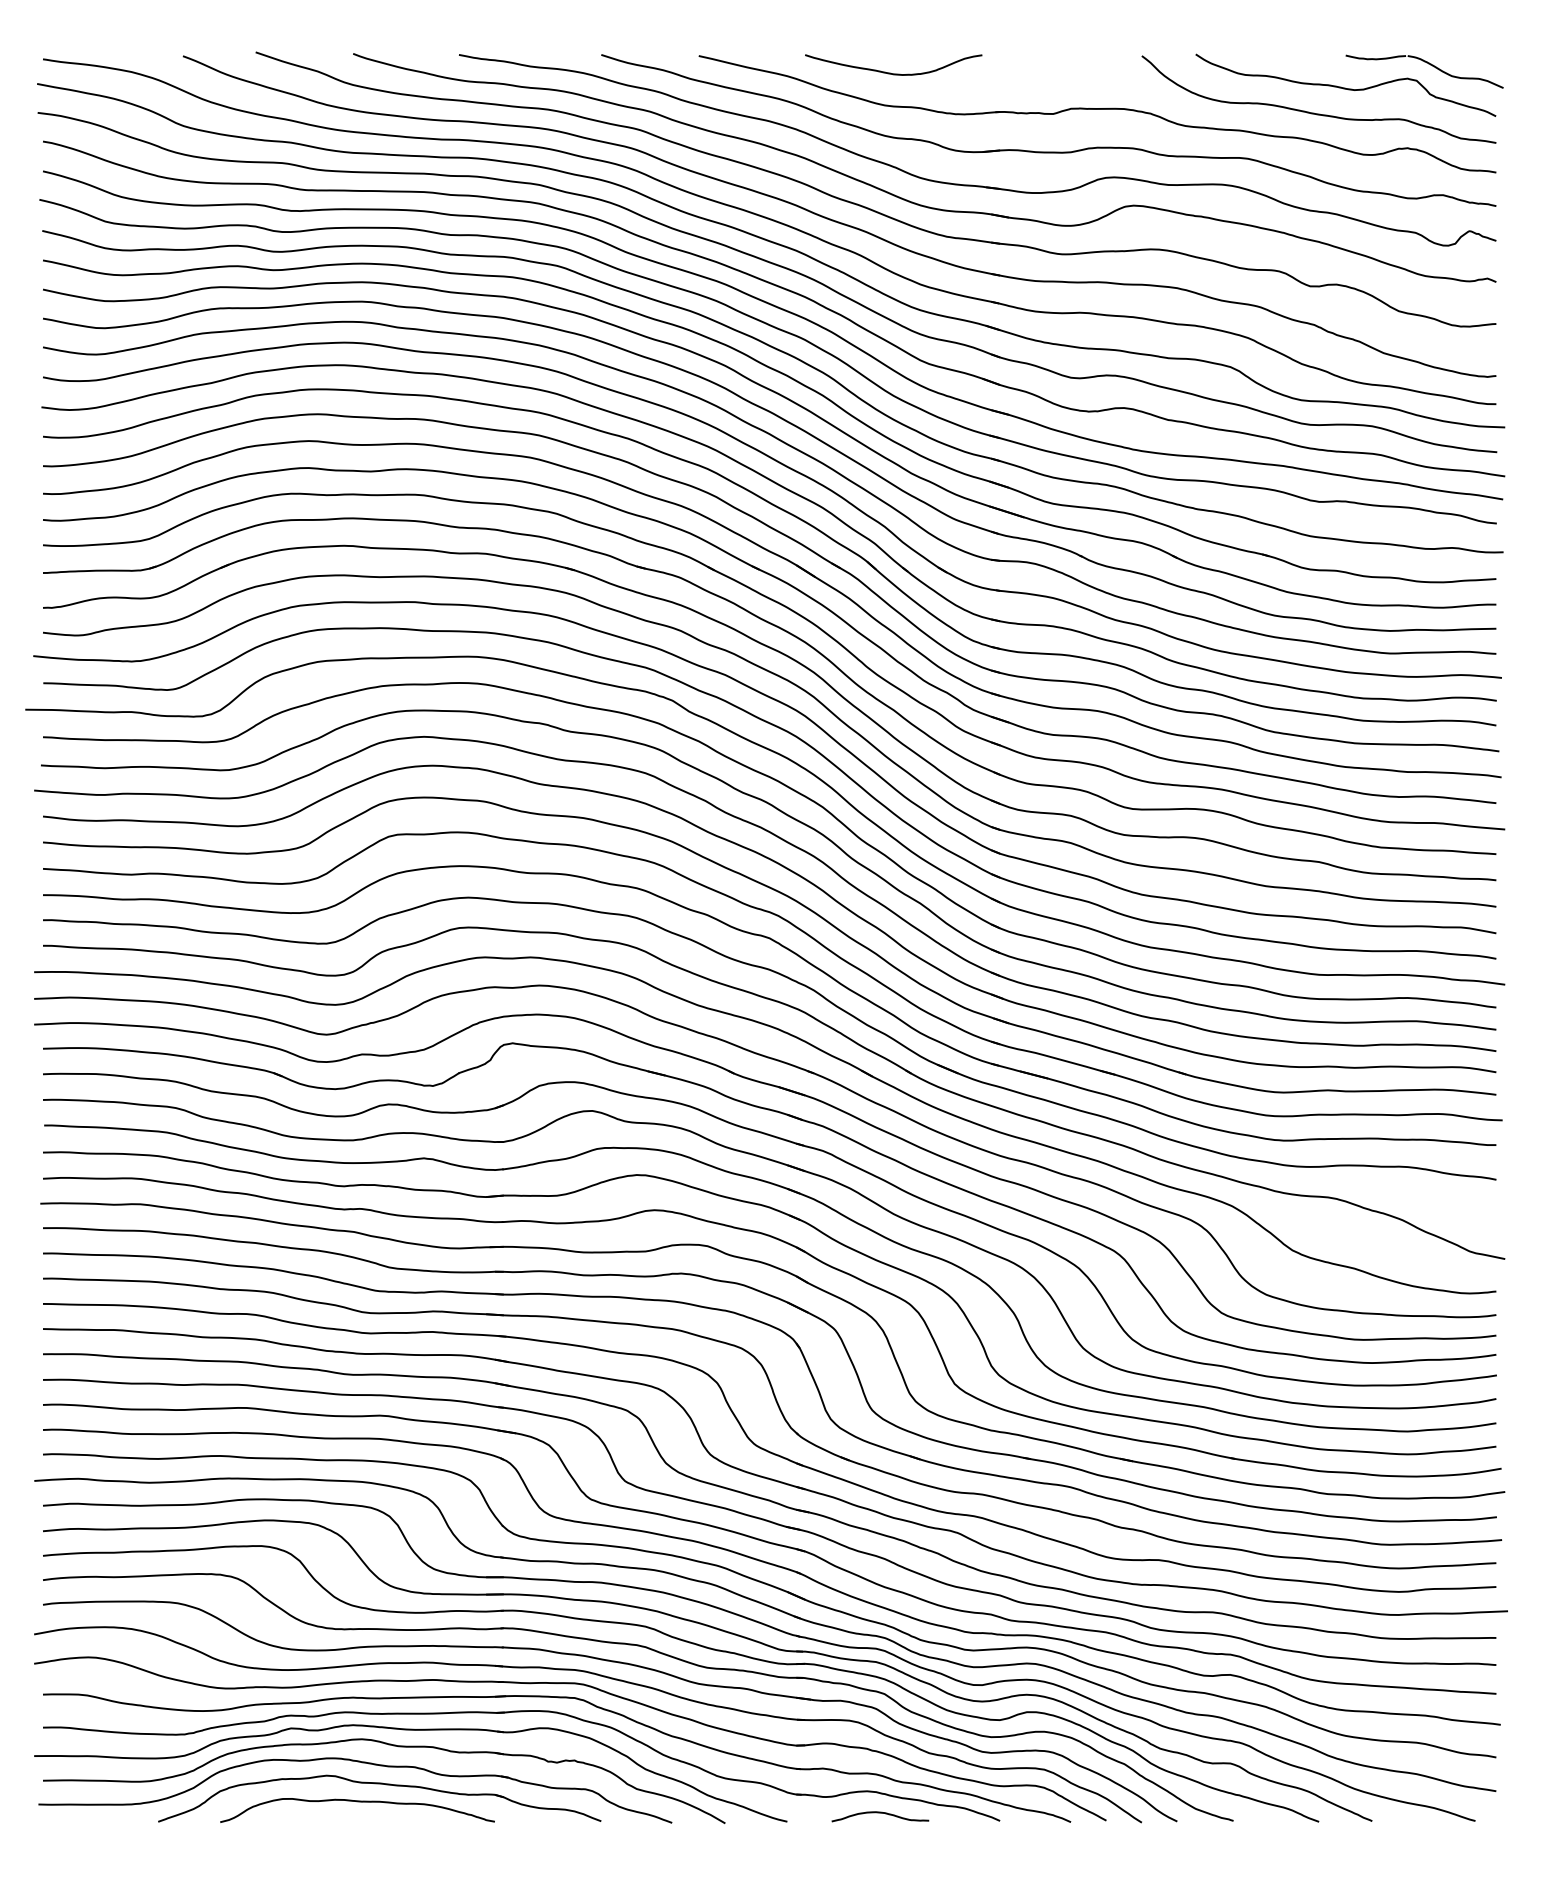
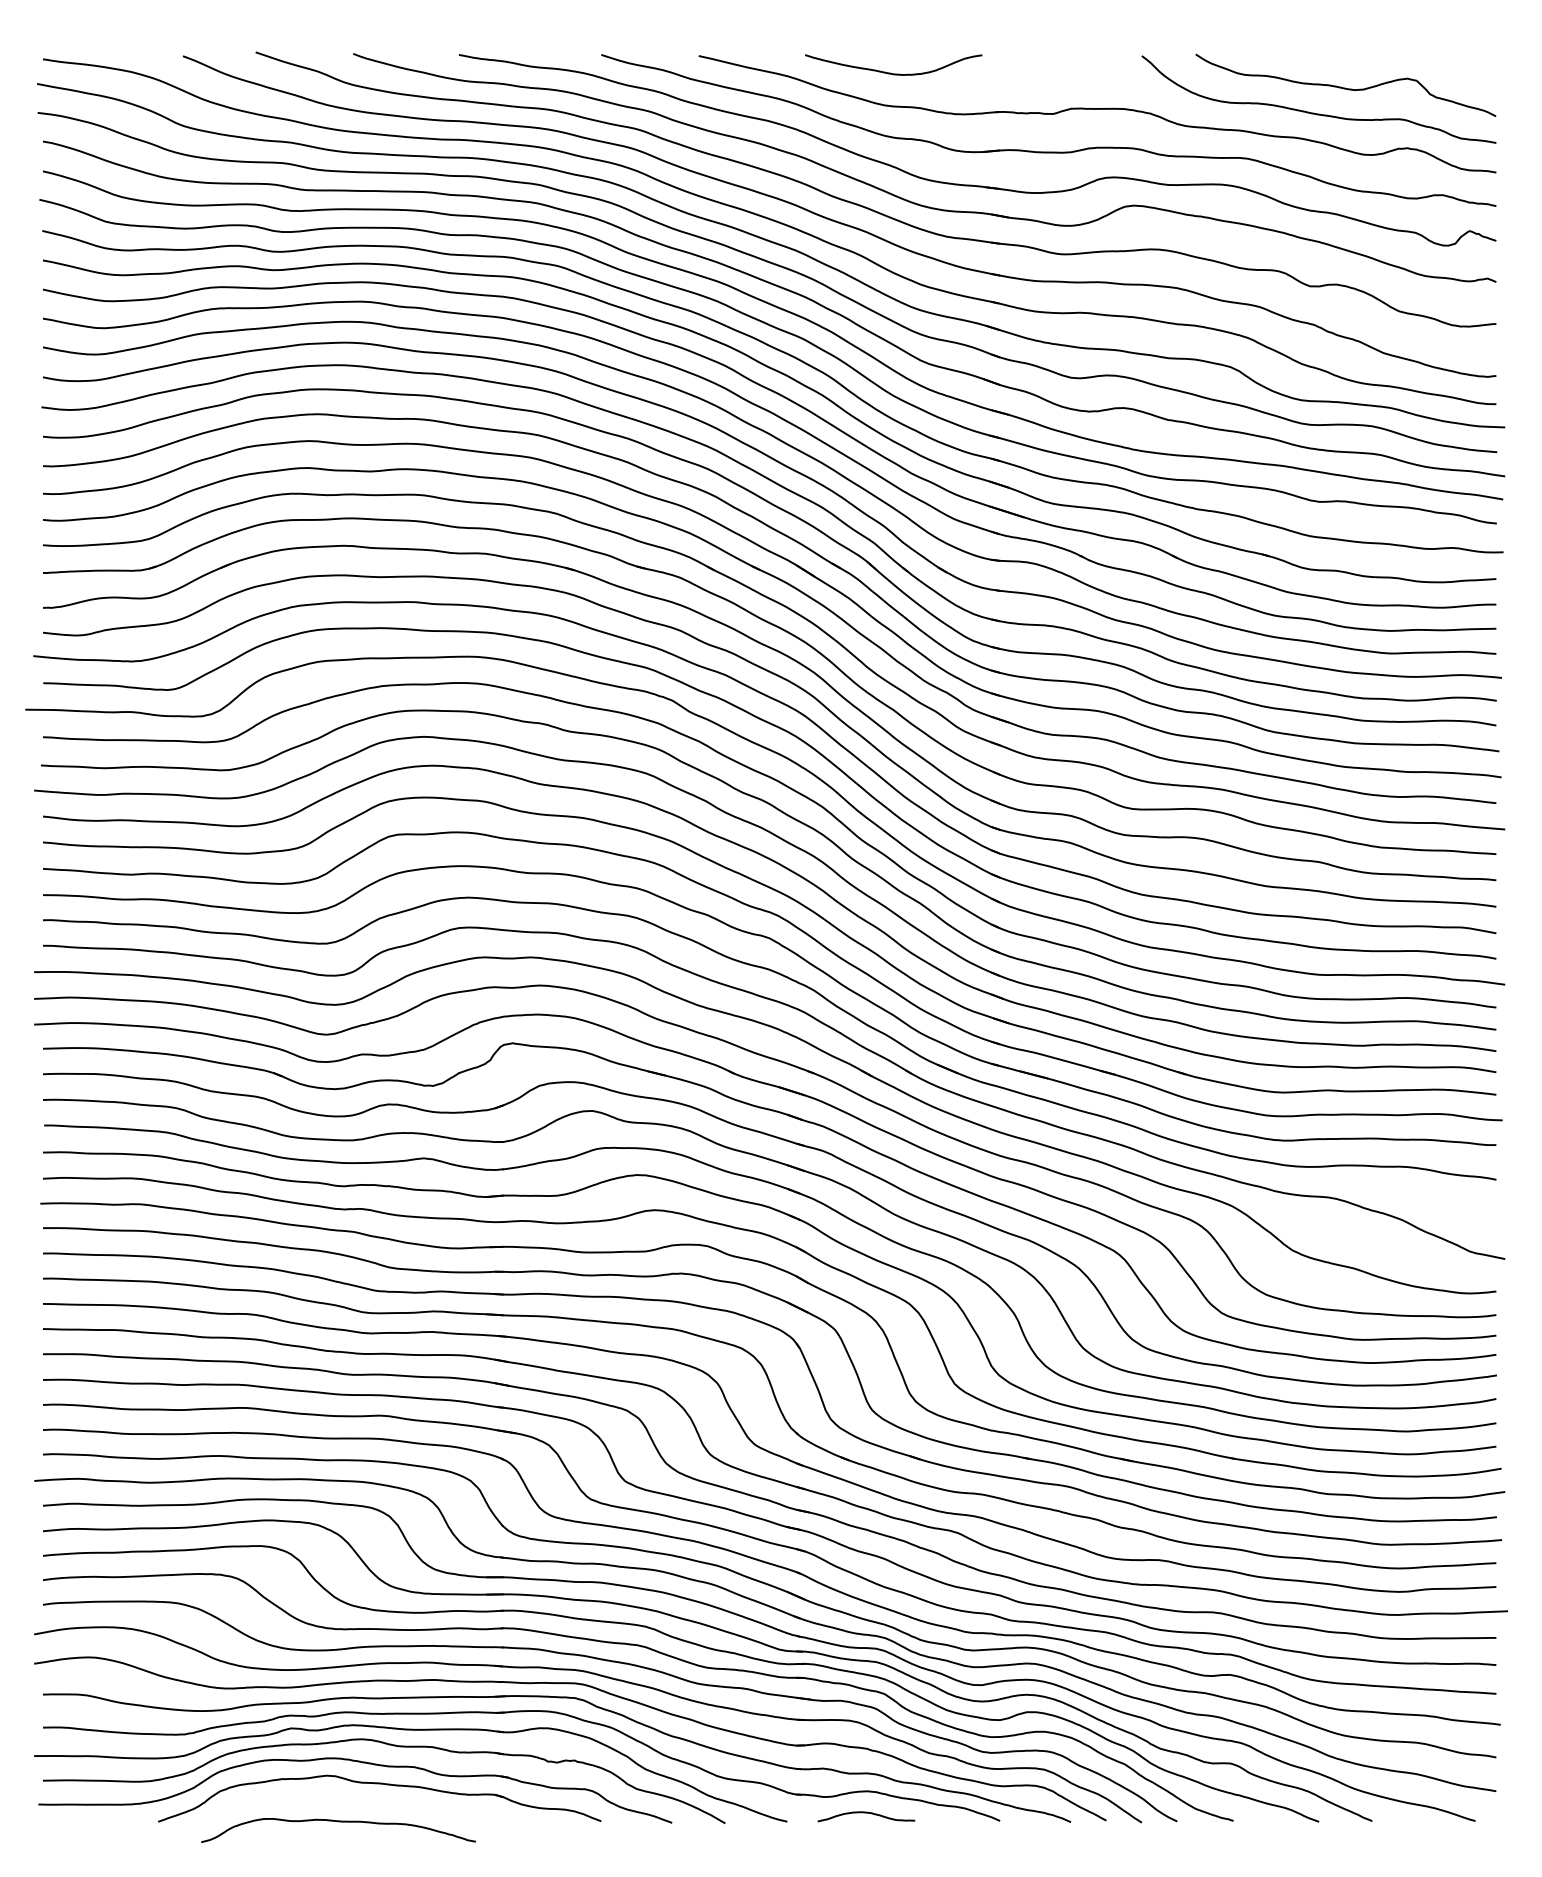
part at (1428, 64): present -> none
curve at (357, 1802) position: (357, 1802) -> (338, 1822)
curve at (880, 1813) position: (880, 1813) -> (866, 1813)
